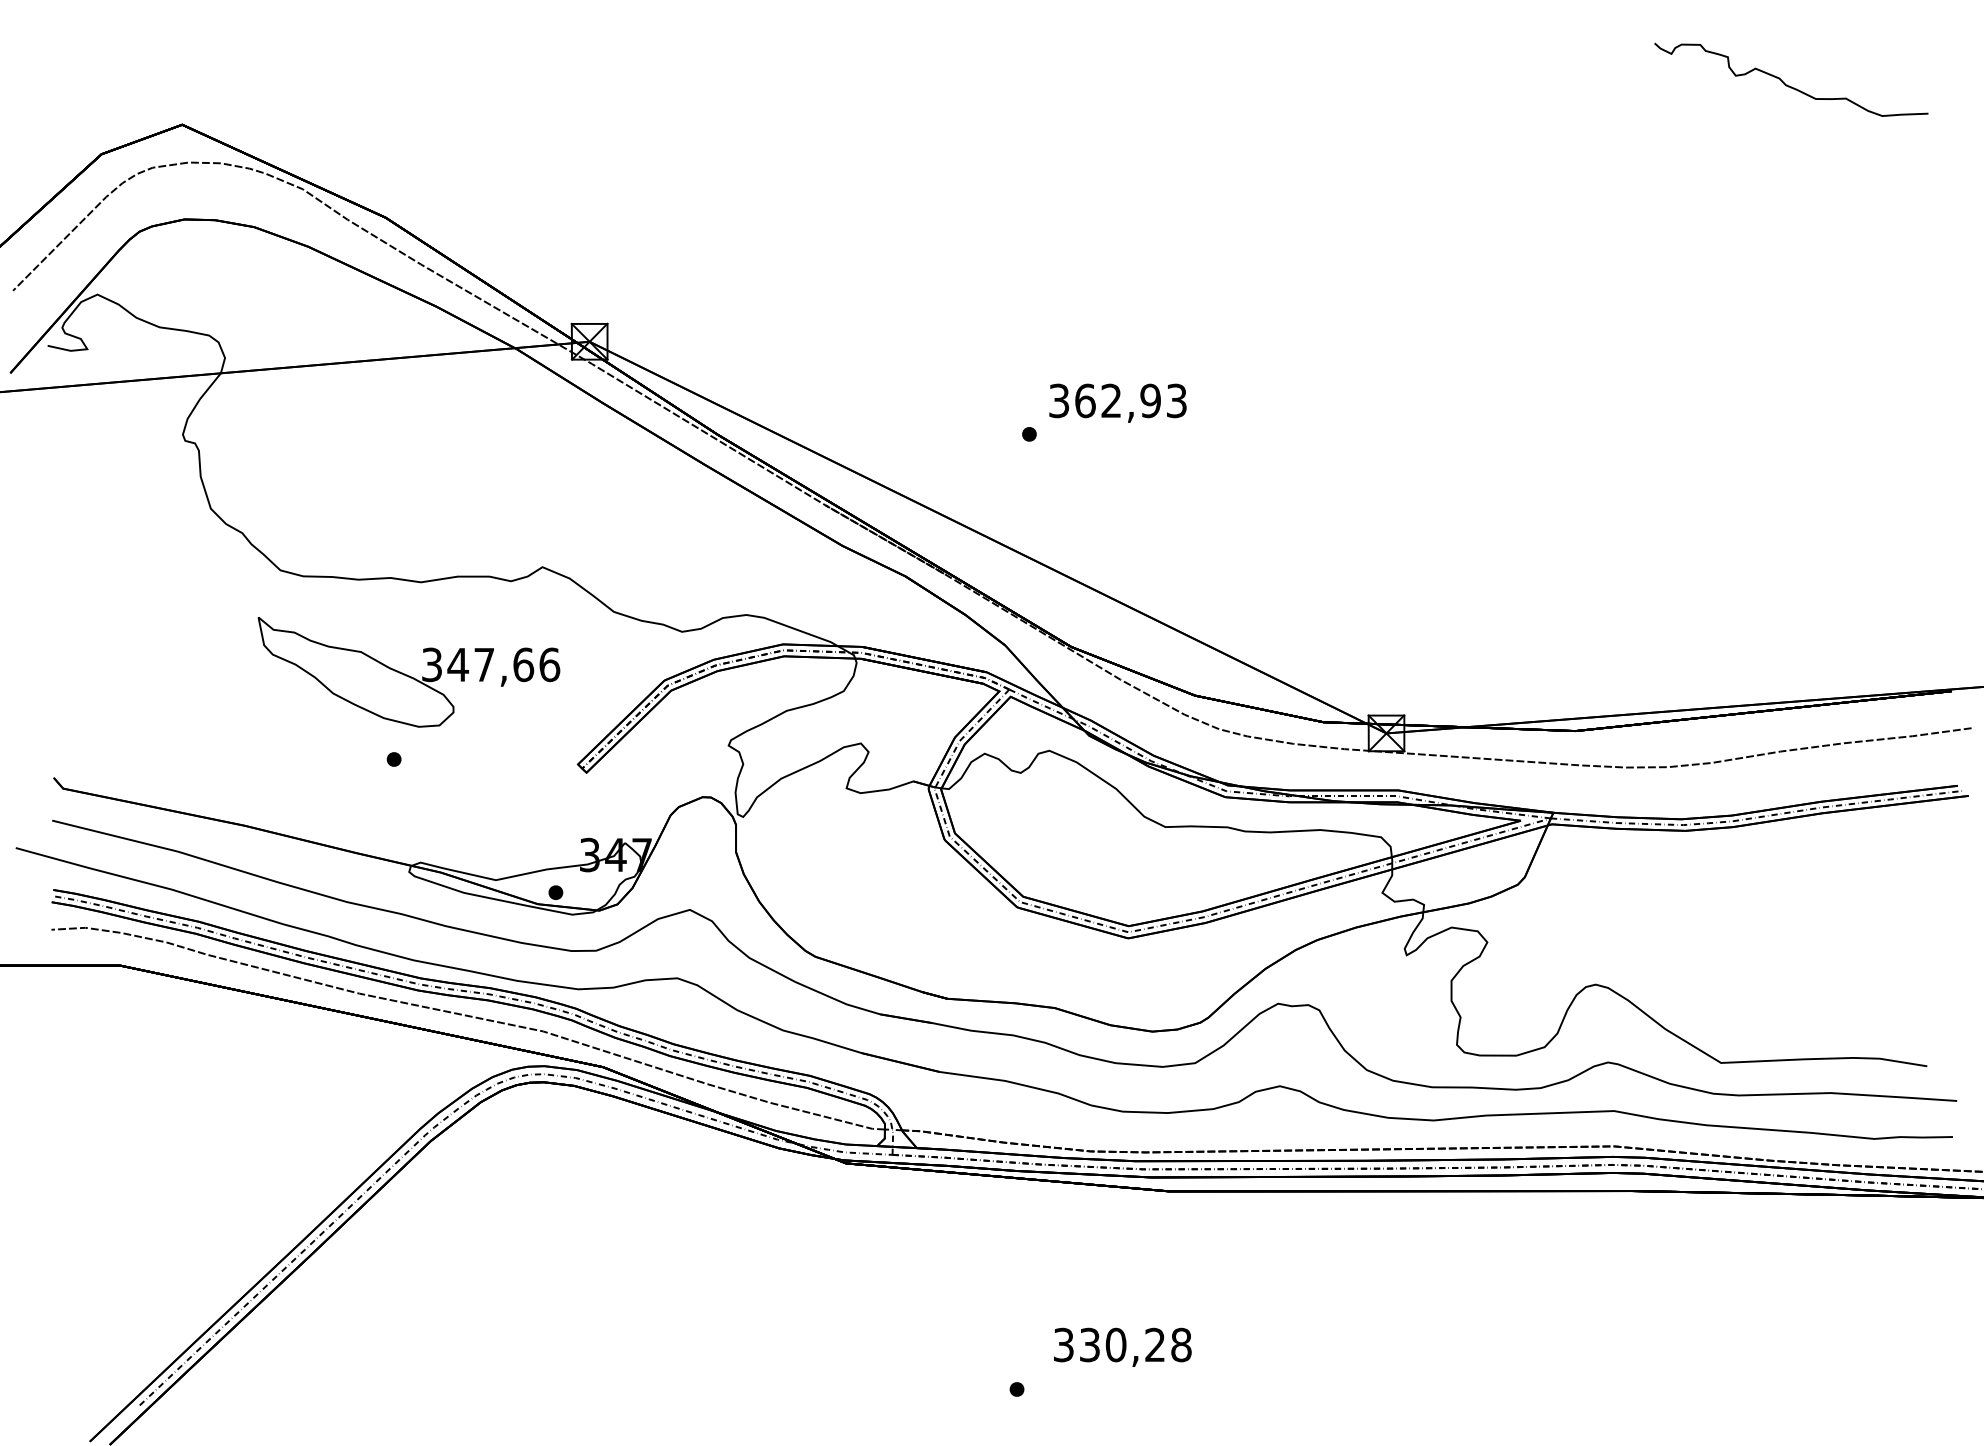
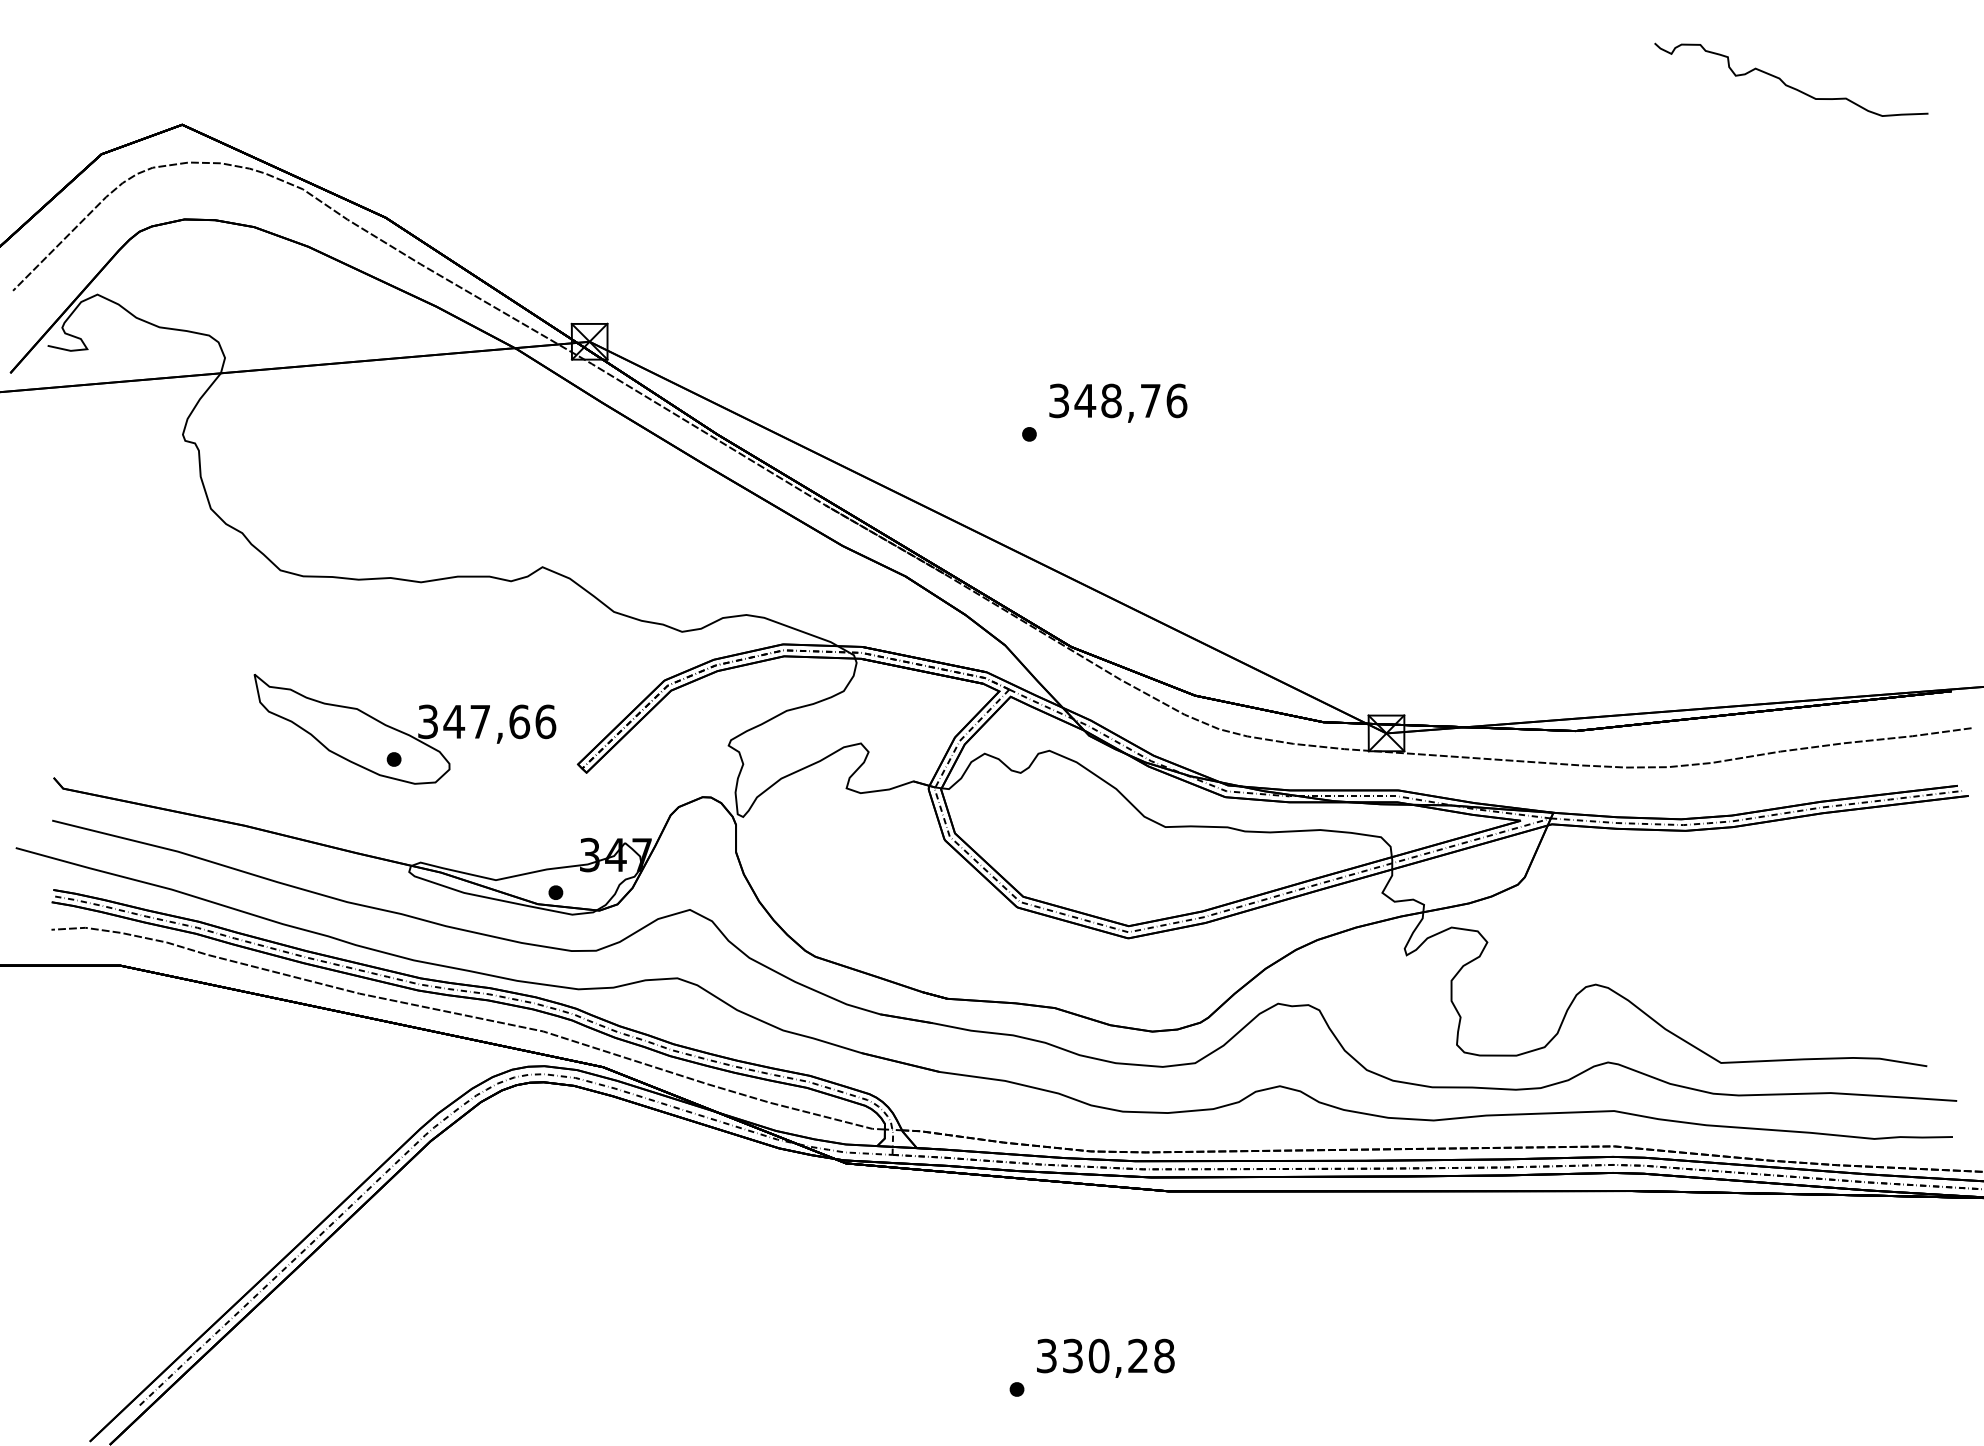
text at (1130, 400): 362,93 -> 348,76
part at (408, 672) position: (408, 672) -> (404, 729)
text at (1122, 1346) position: (1122, 1346) -> (1105, 1357)
